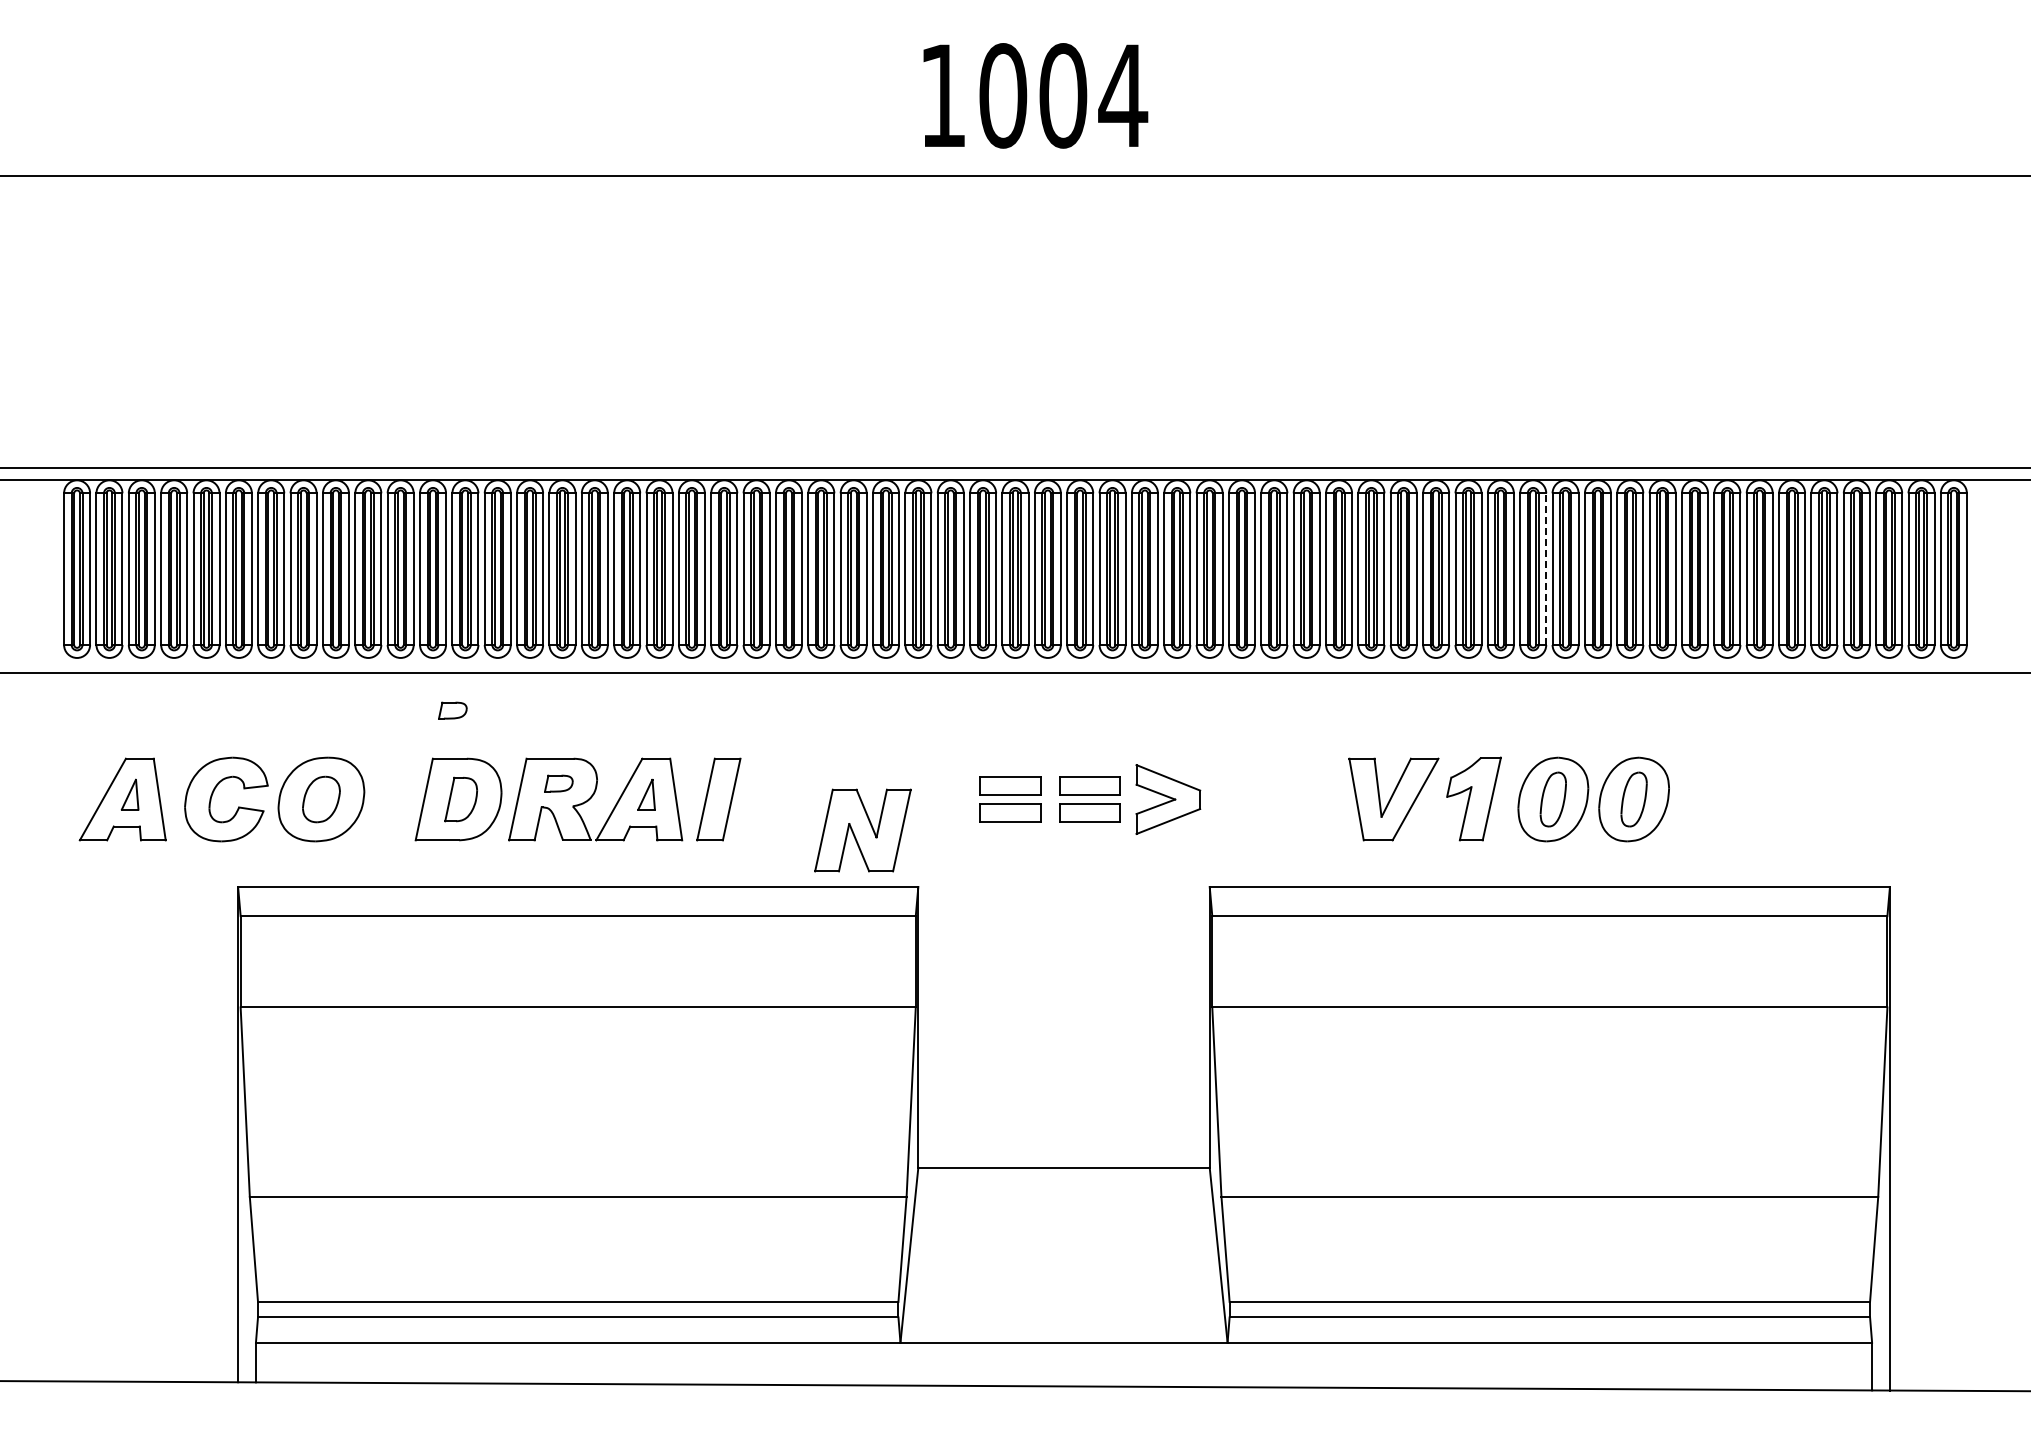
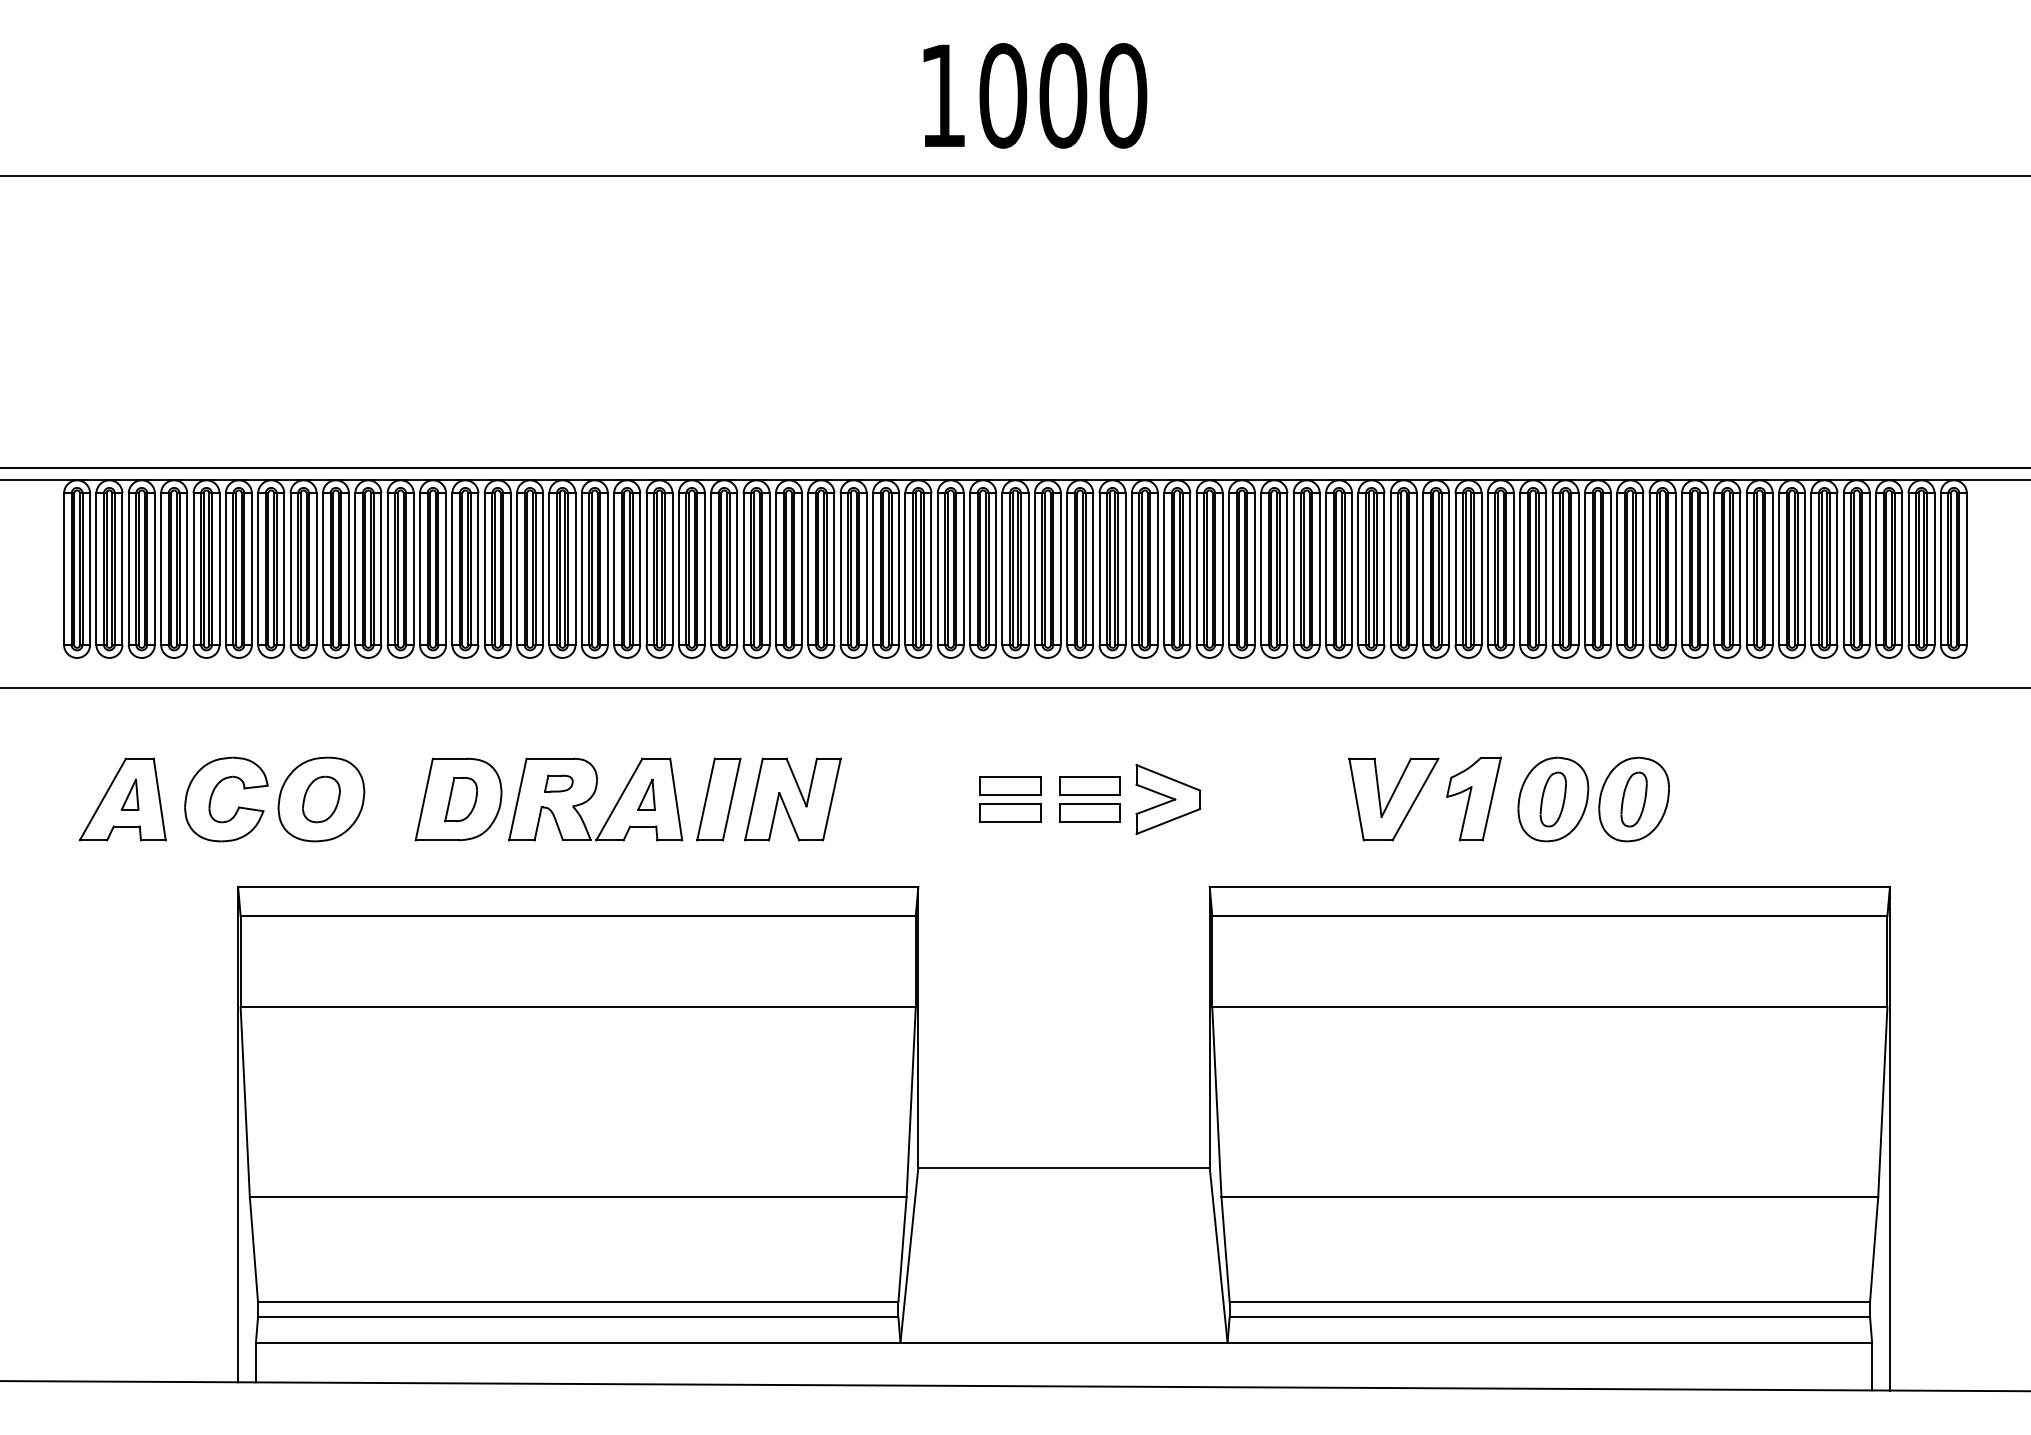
text at (1123, 95): 1004 -> 1000
line at (1546, 569): dashed -> solid
line at (1014, 673) position: (1014, 673) -> (1014, 688)
part at (452, 710): present -> none
part at (862, 830) position: (862, 830) -> (792, 799)
